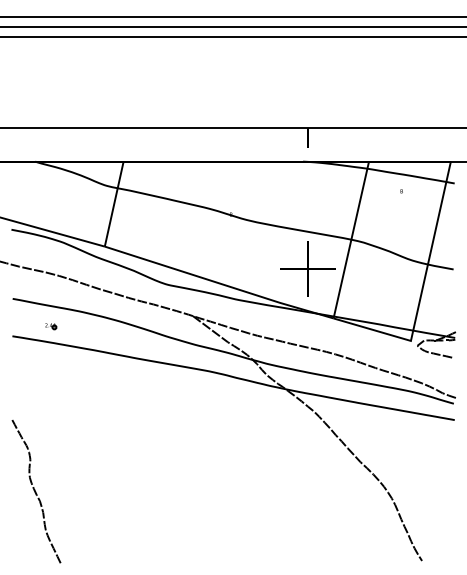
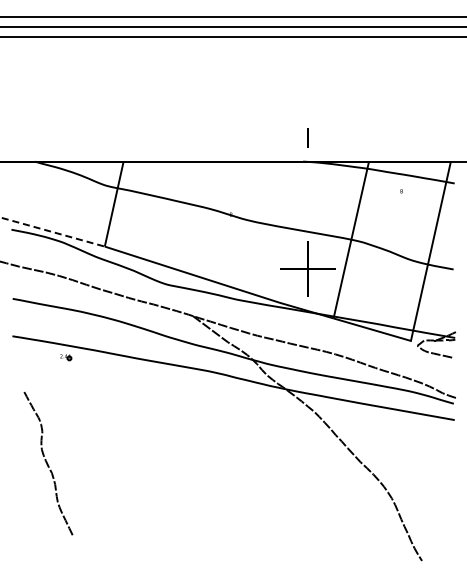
line at (232, 127): present -> none
line at (53, 232): solid -> dashed
part at (51, 326) position: (51, 326) -> (66, 357)
curve at (36, 491) position: (36, 491) -> (48, 463)
